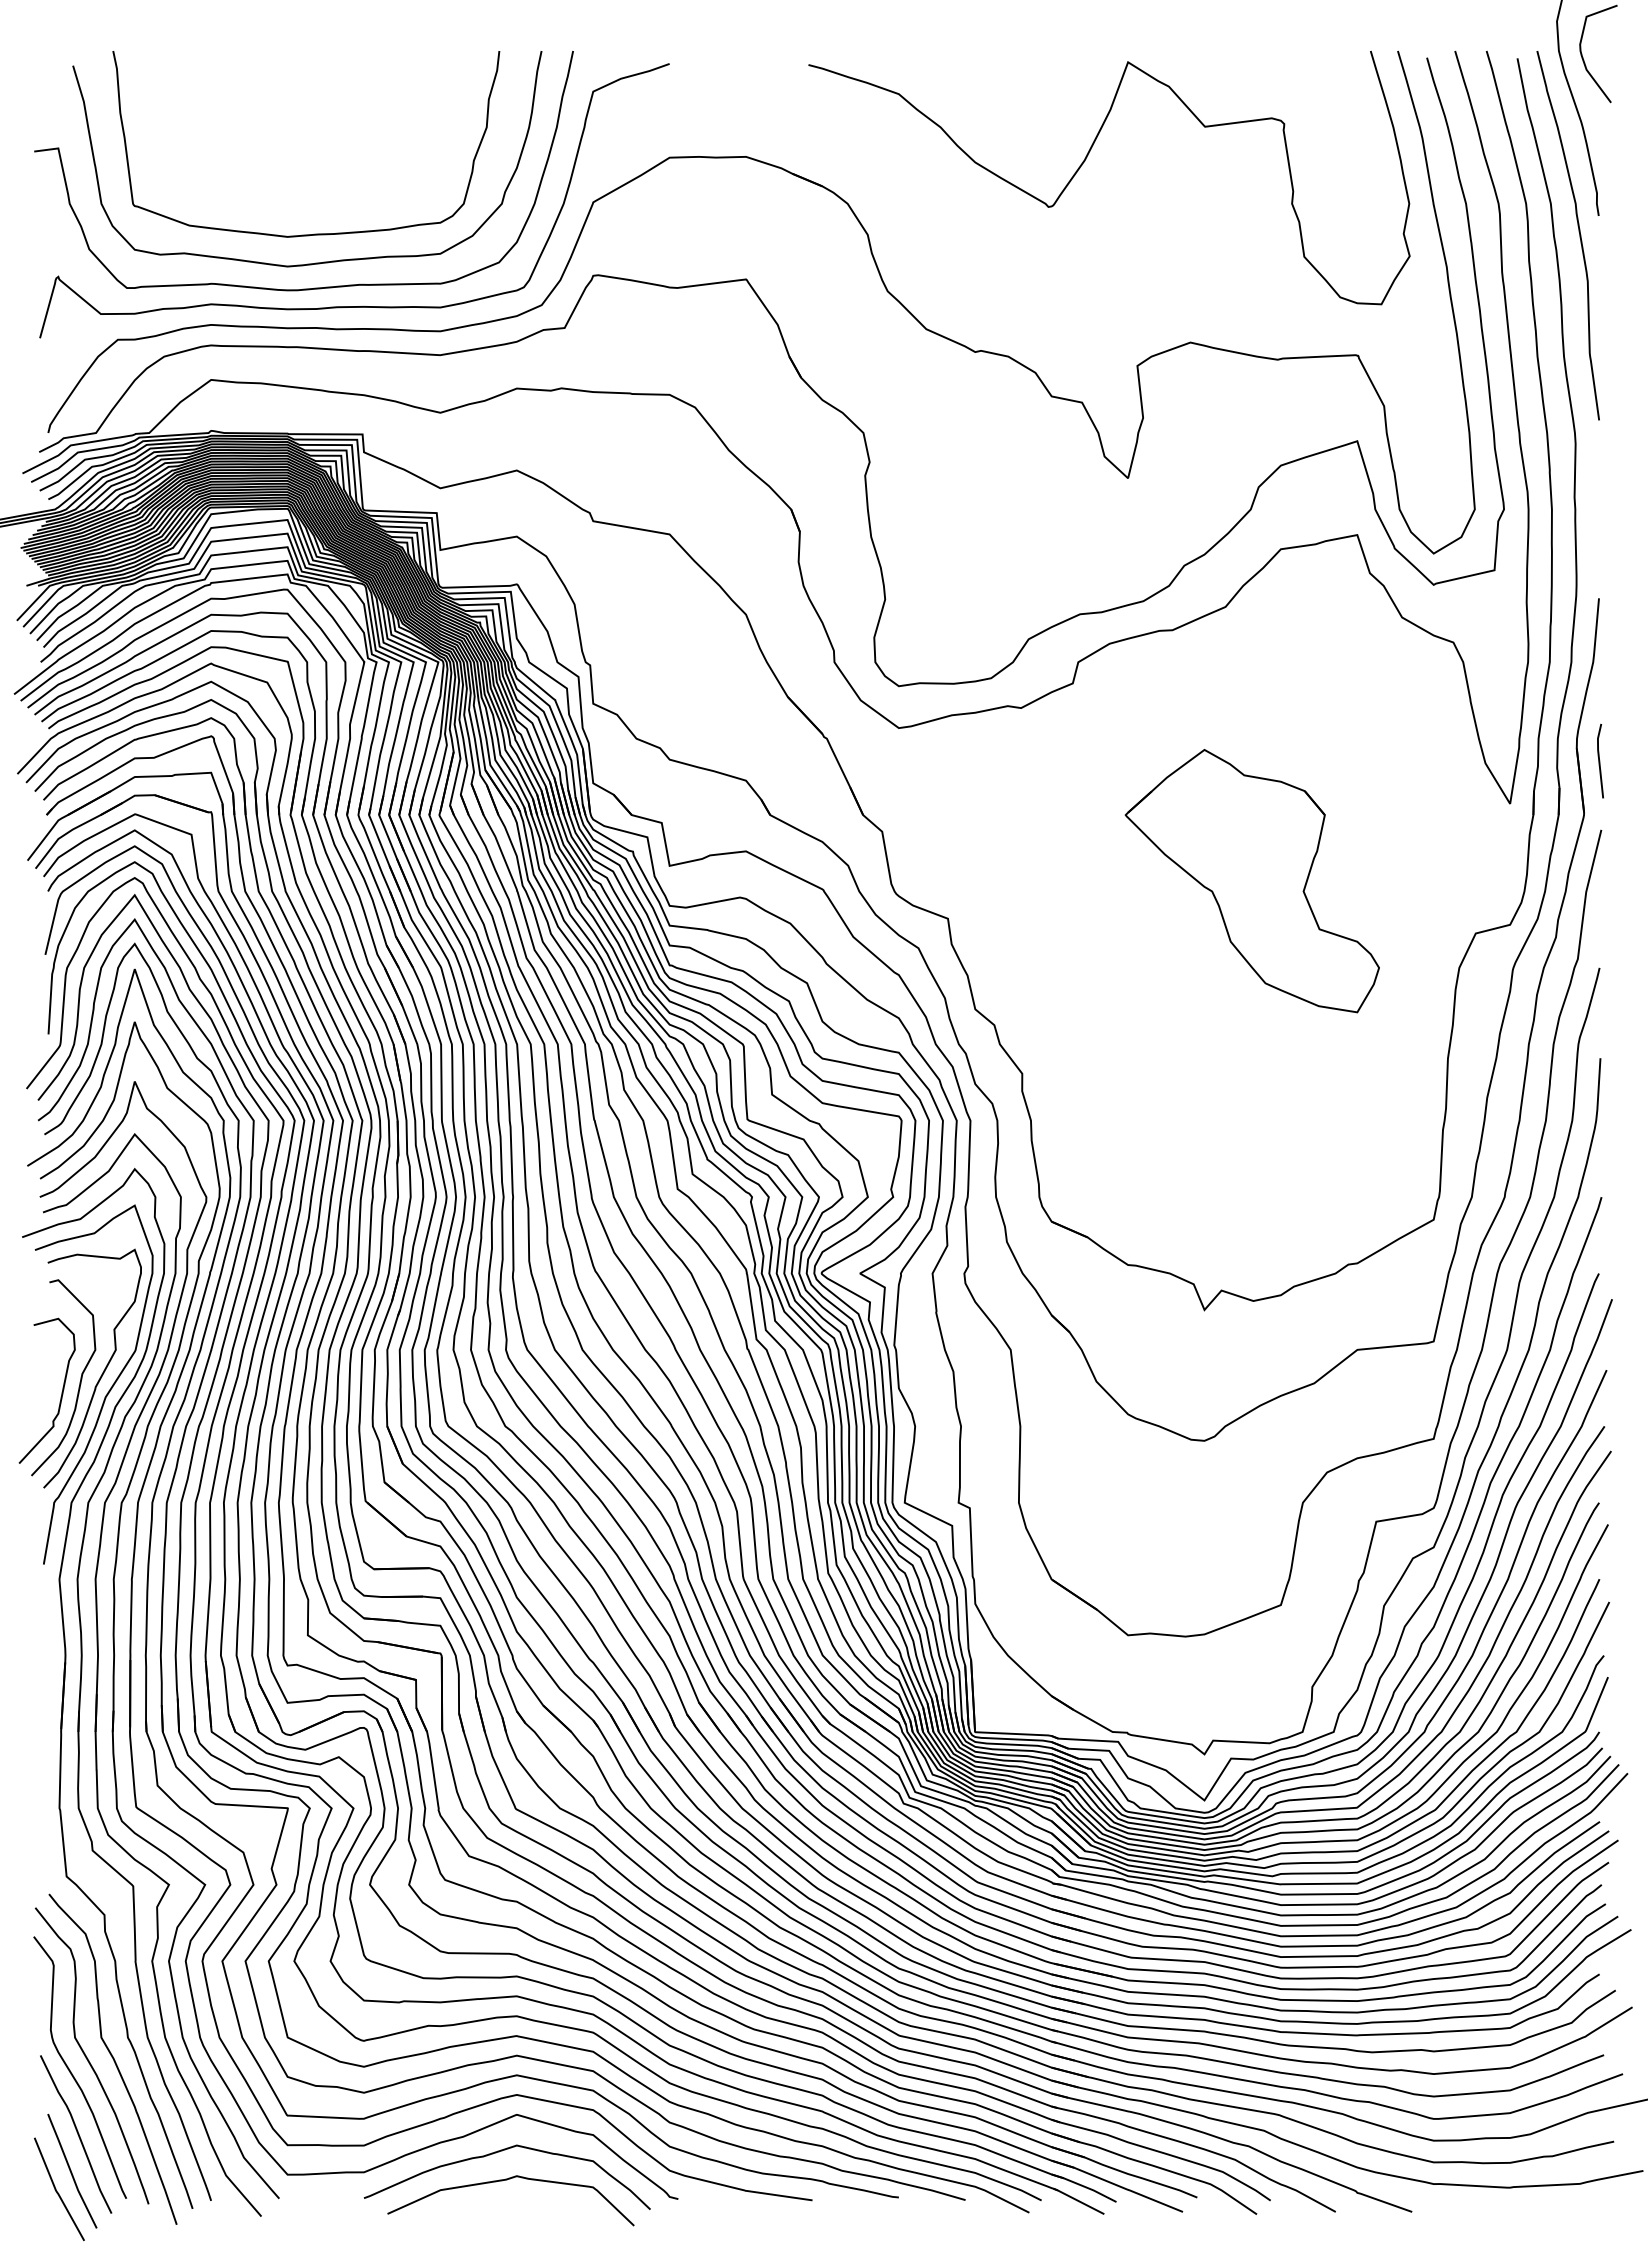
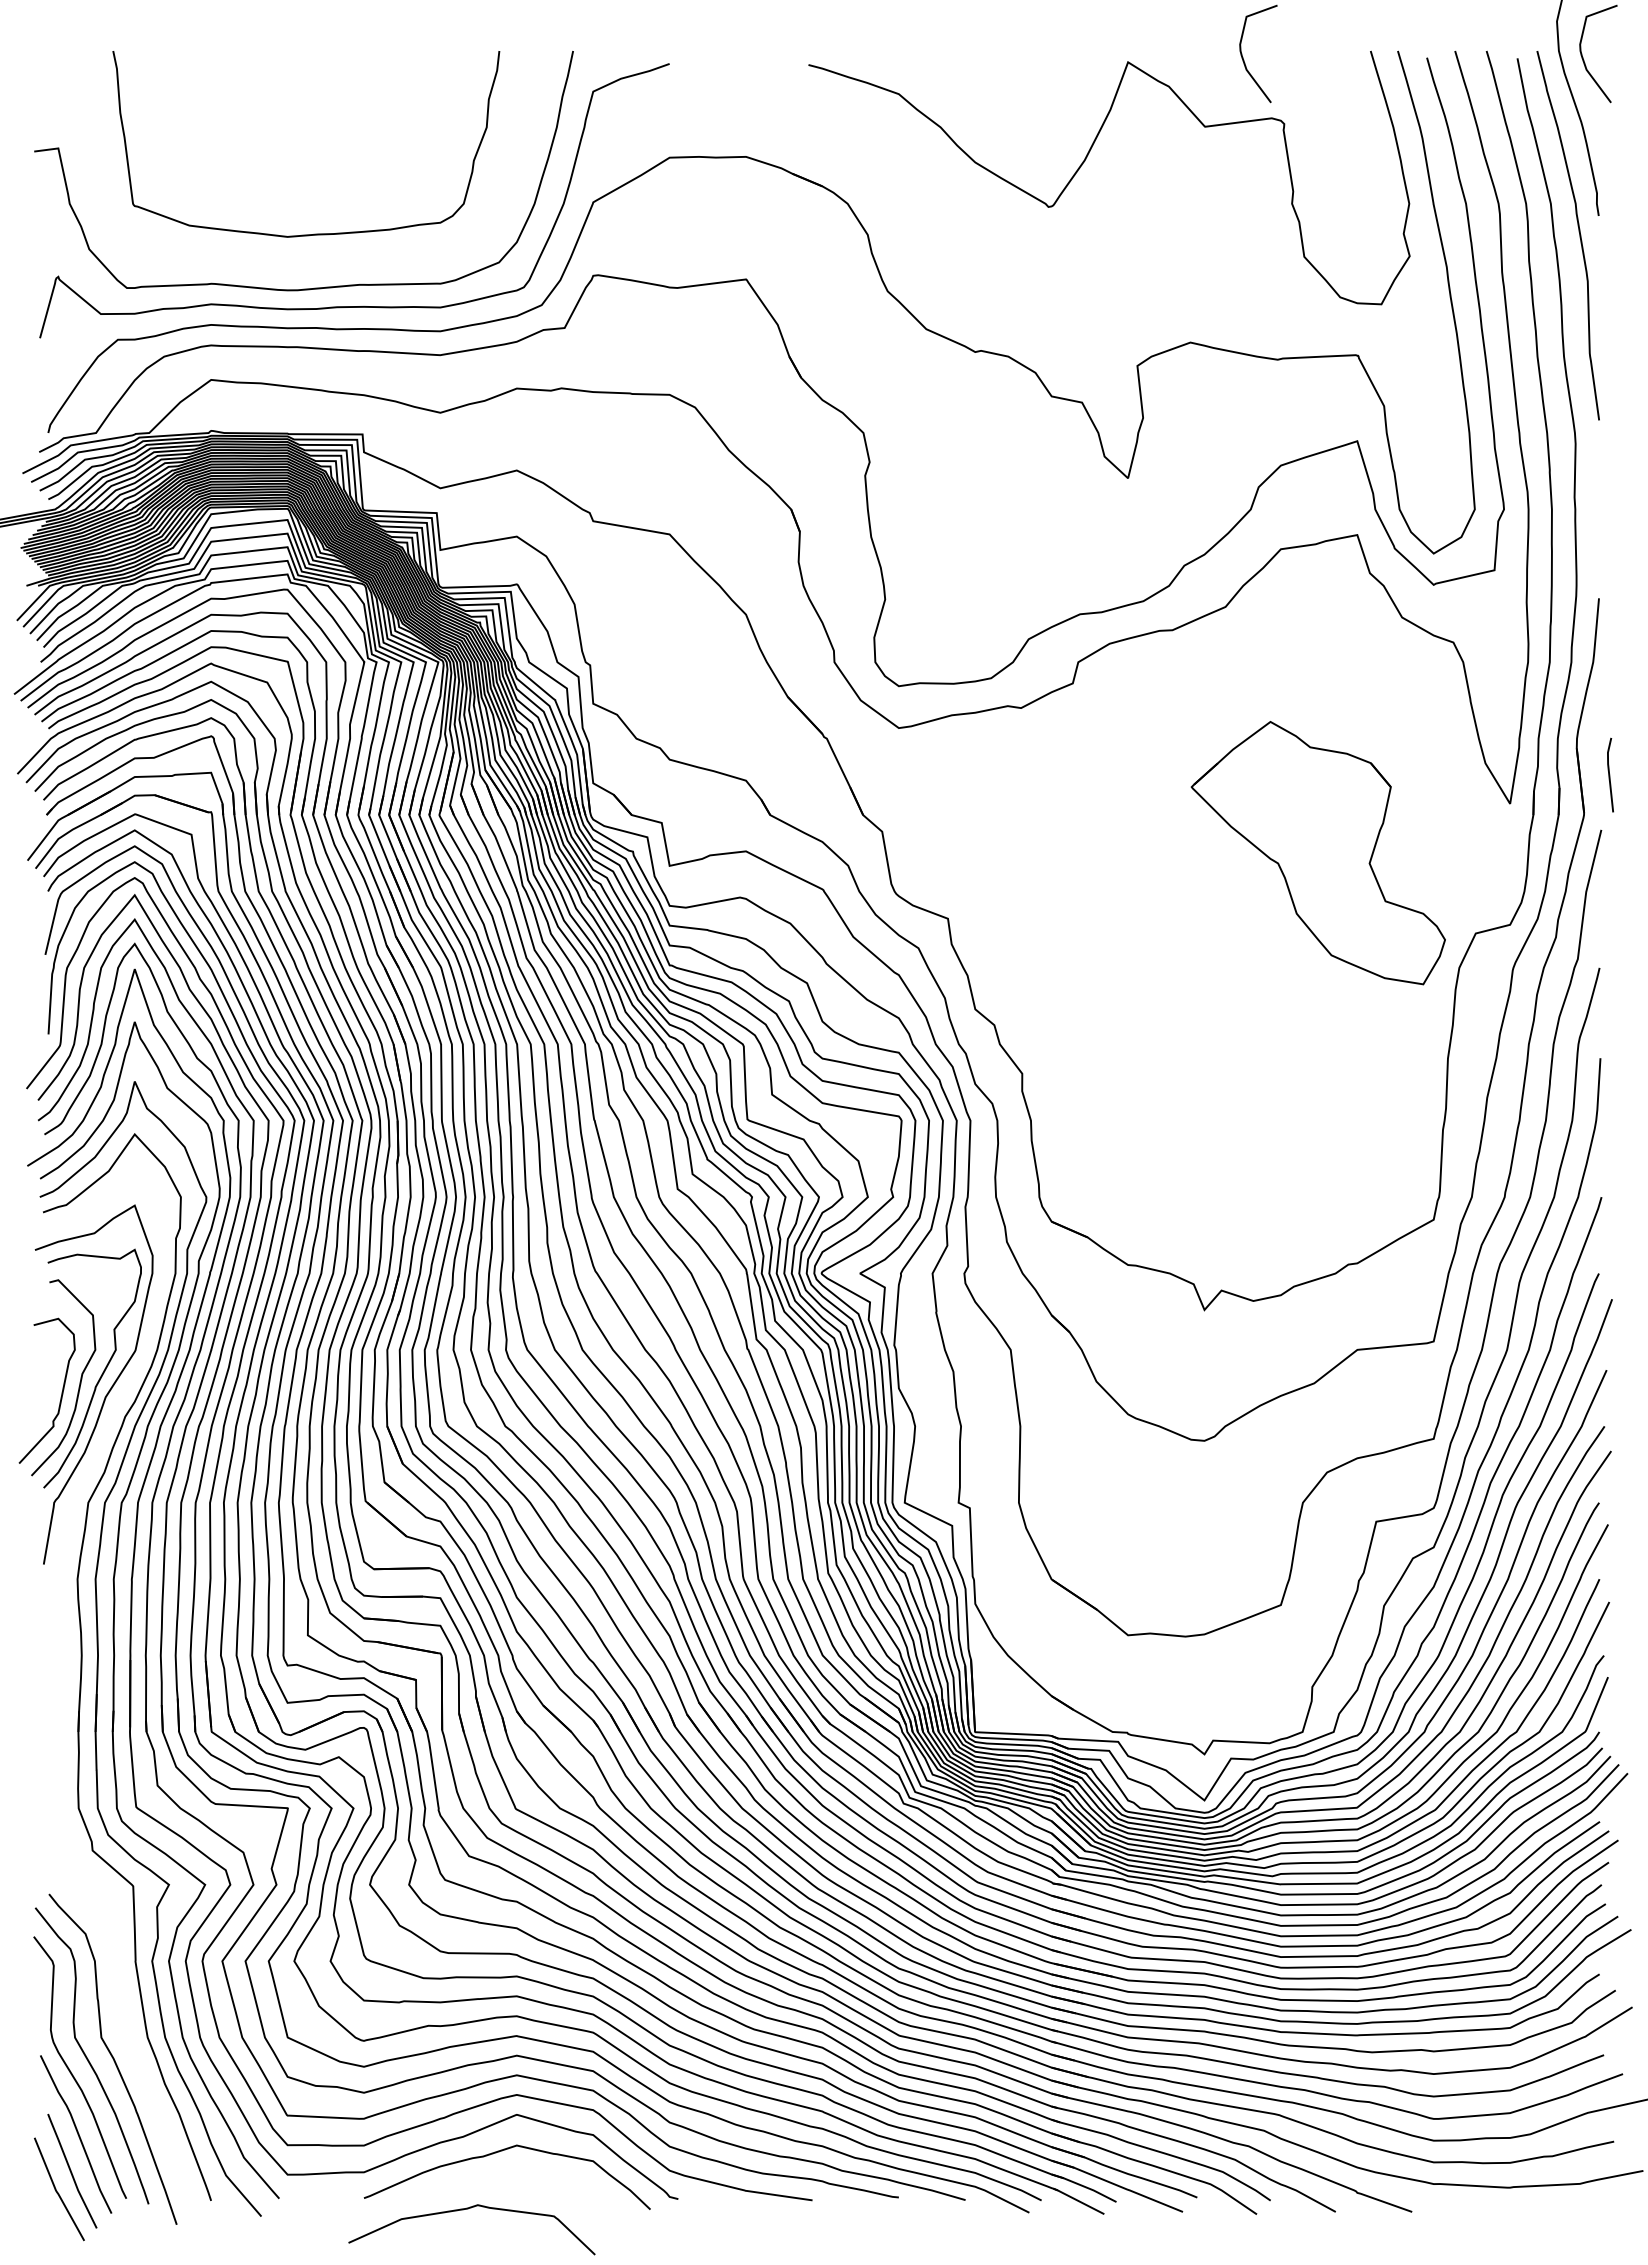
curve at (1243, 57): none -> present
curve at (323, 261): present -> none
line at (1600, 760) position: (1600, 760) -> (1610, 774)
part at (1251, 881) position: (1251, 881) -> (1317, 853)
part at (65, 1681): present -> none
curve at (507, 2180) position: (507, 2180) -> (468, 2209)
